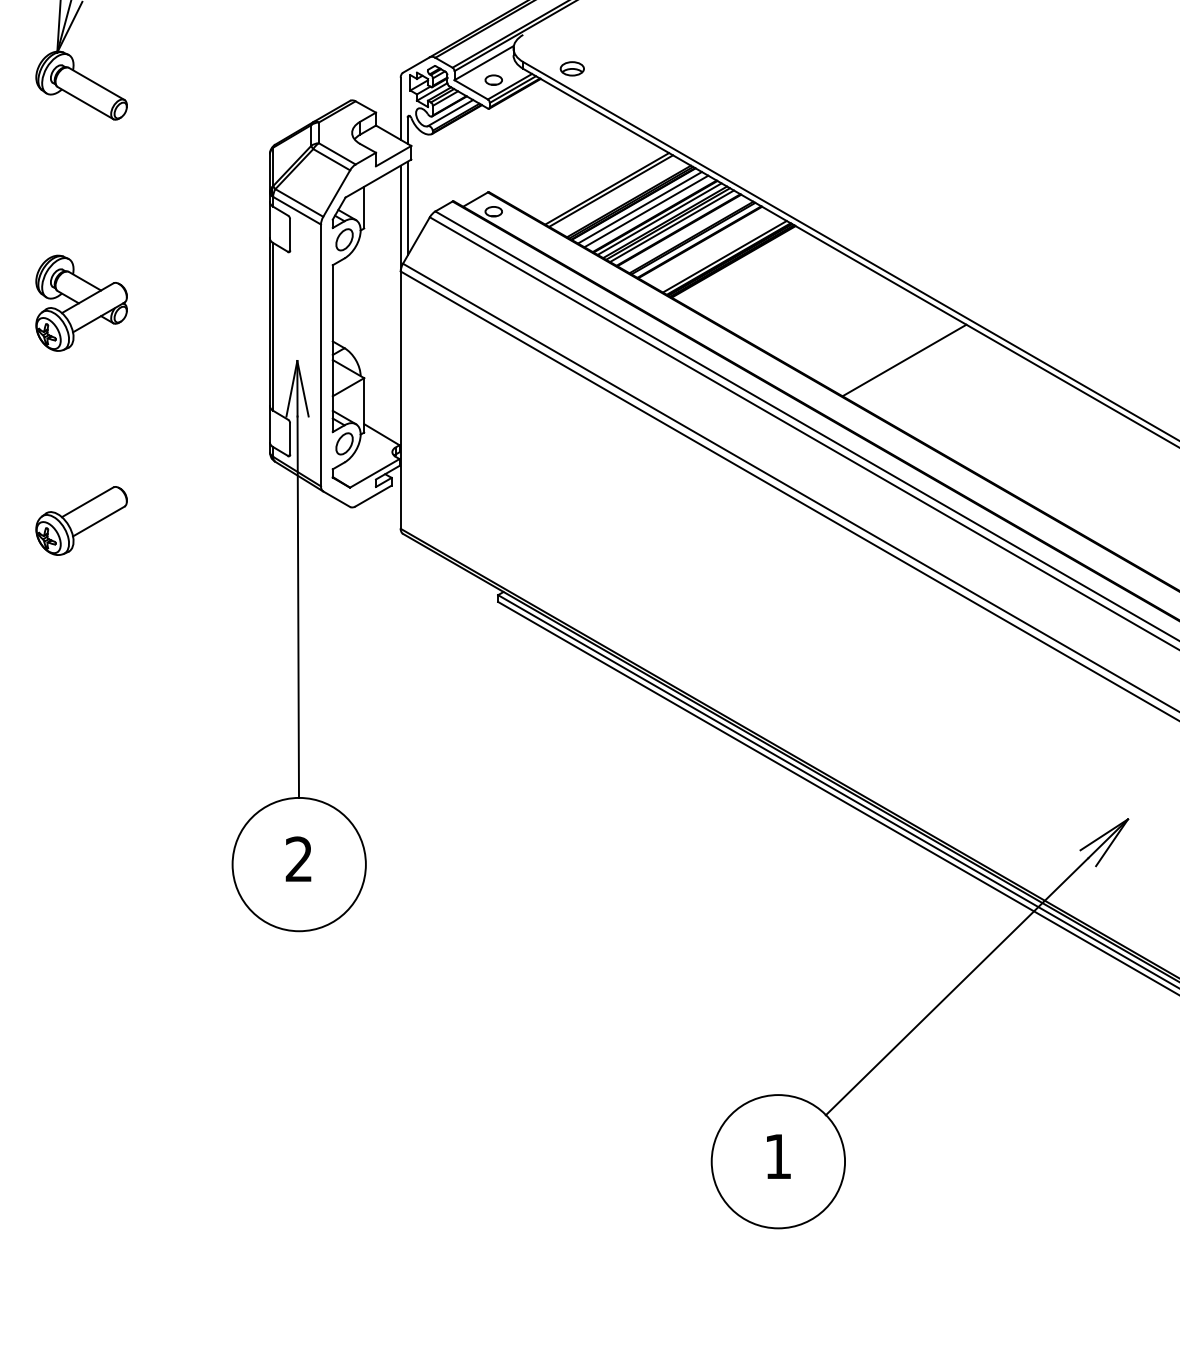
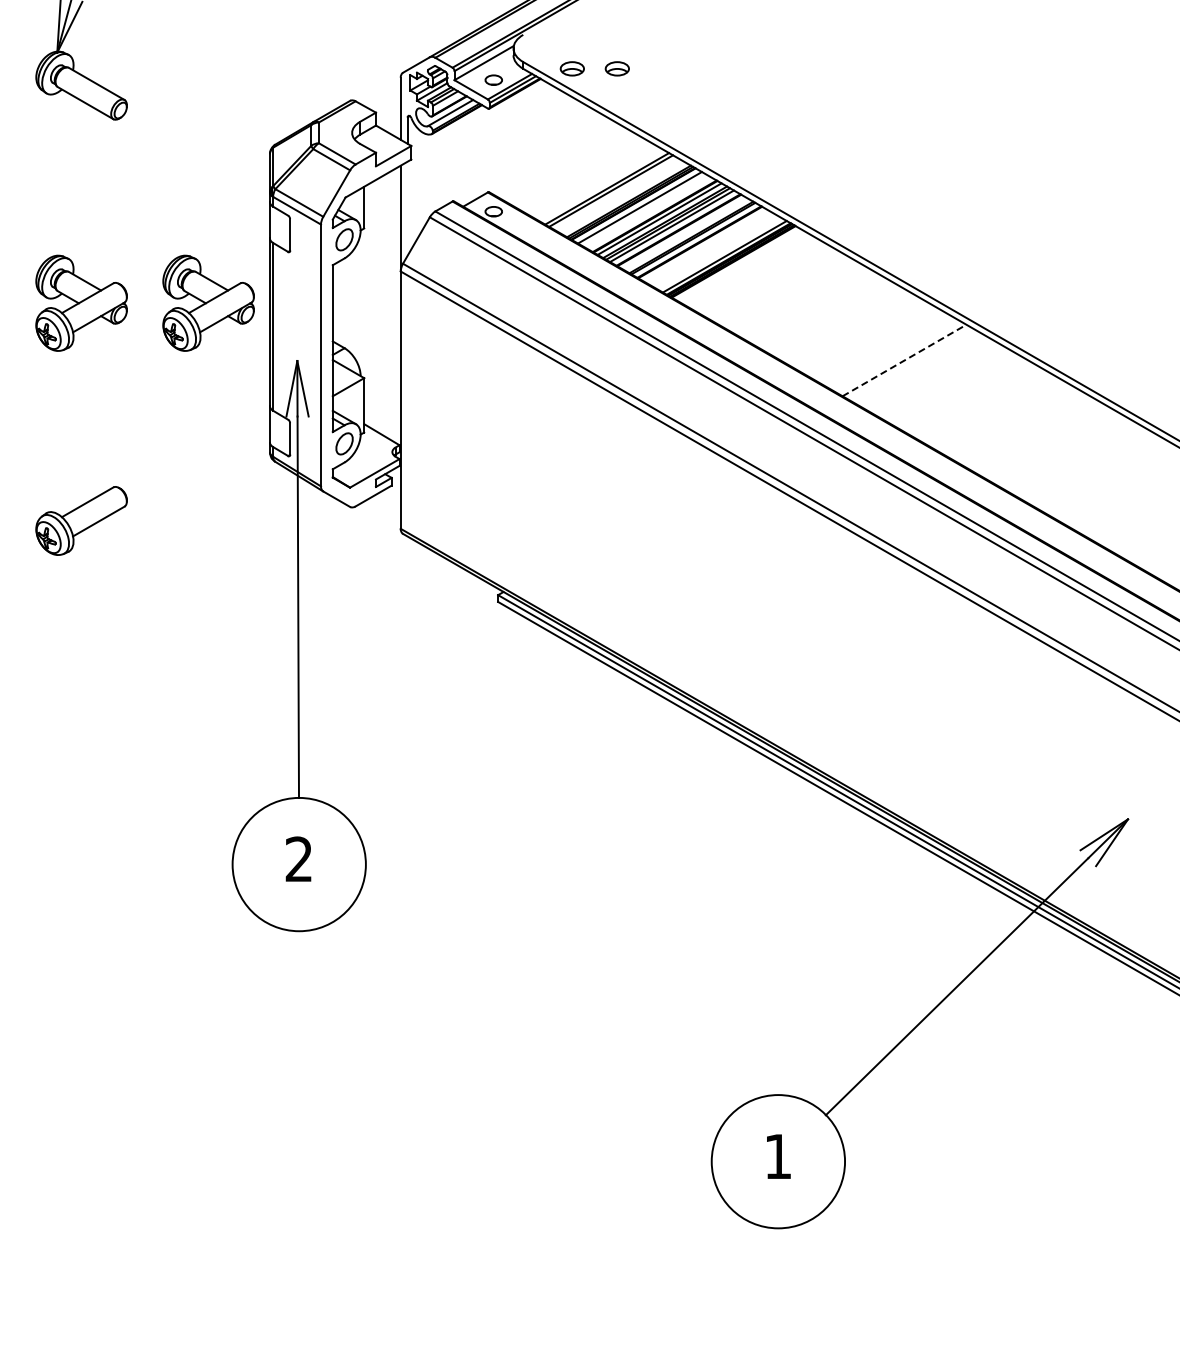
part at (616, 68): none -> present
line at (407, 208): present -> none
line at (646, 211): present -> none
part at (208, 302): none -> present
line at (904, 360): solid -> dashed
